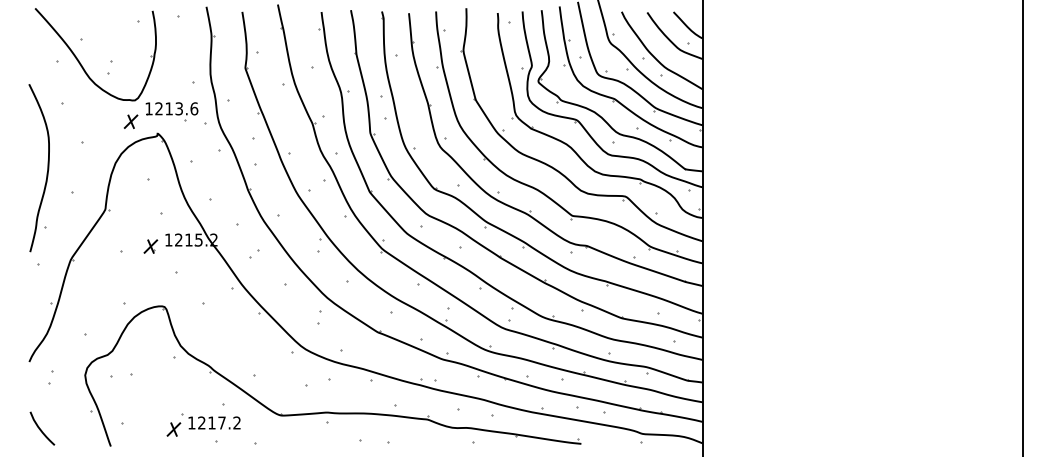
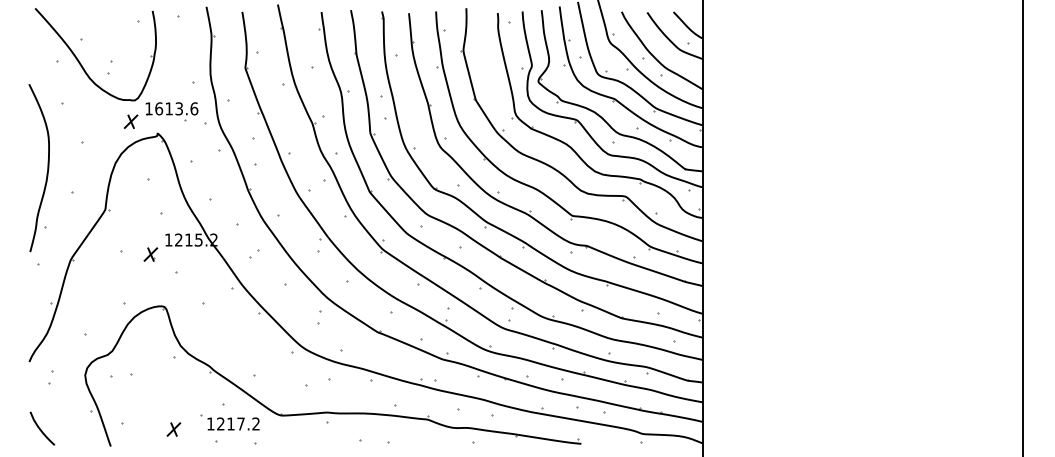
text at (159, 108): 1213.6 -> 1613.6
part at (150, 246) position: (150, 246) -> (150, 254)
part at (210, 421) position: (210, 421) -> (229, 422)
